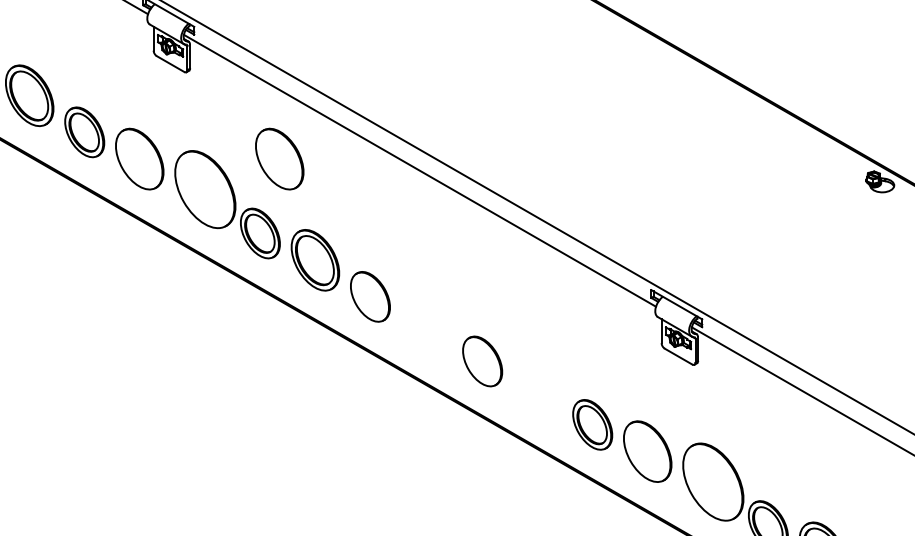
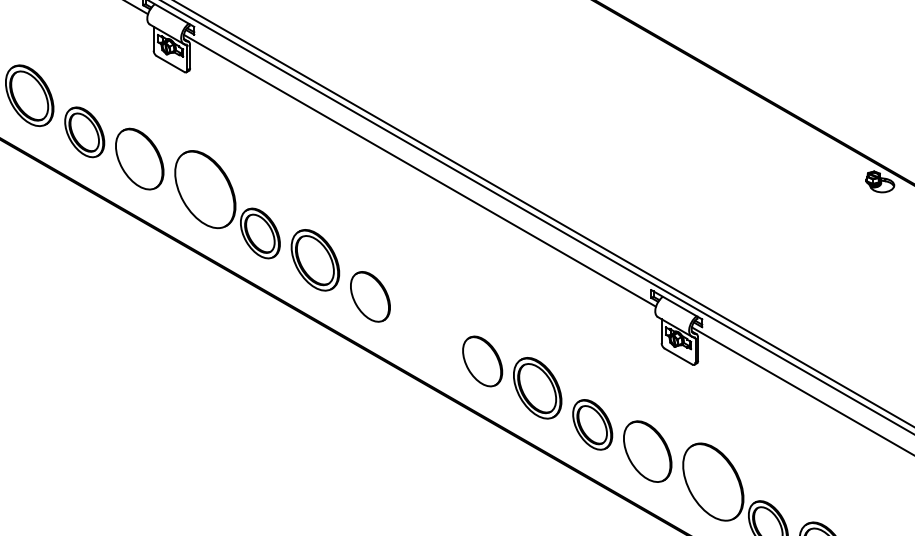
part at (279, 158): present -> none
line at (543, 213): none -> present
part at (537, 388): none -> present
